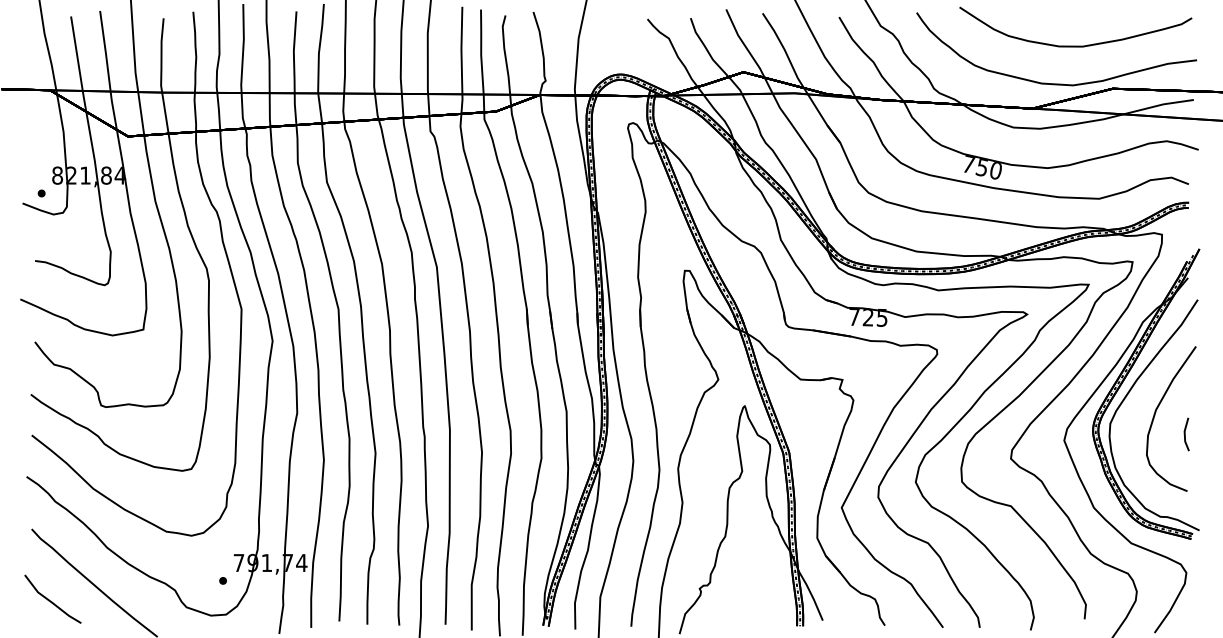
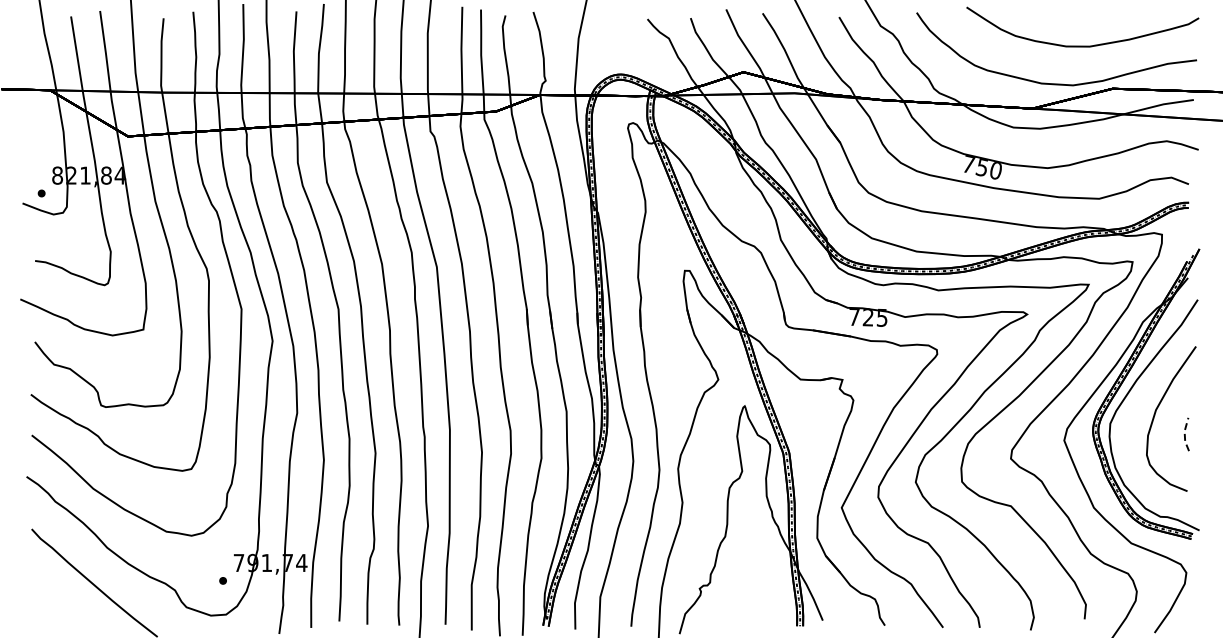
curve at (1075, 45) position: (1075, 45) -> (1082, 45)
line at (1184, 434): solid -> dashed
line at (50, 600): present -> none
